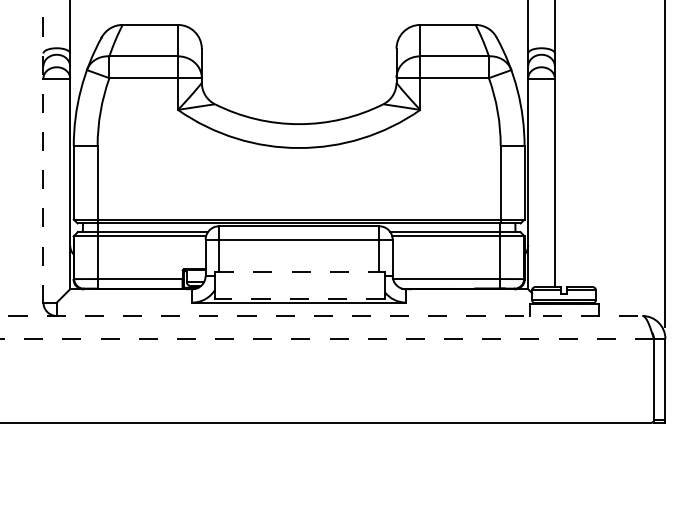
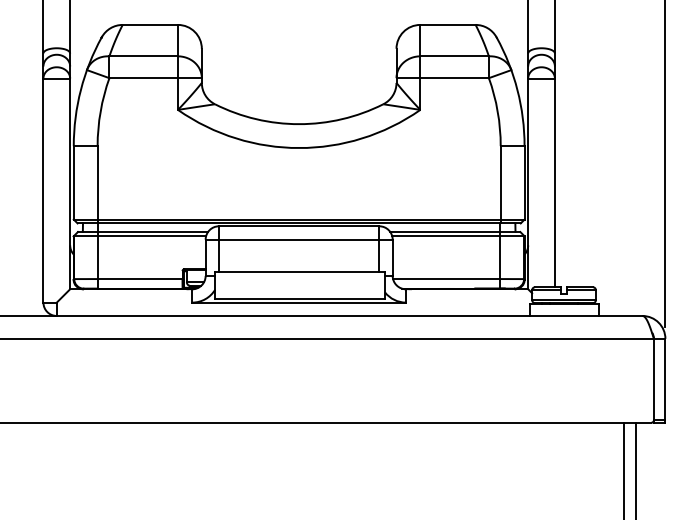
line at (43, 151): dashed -> solid
line at (300, 272): dashed -> solid
line at (300, 298): dashed -> solid
line at (321, 315): dashed -> solid
line at (327, 338): dashed -> solid
line at (624, 469): none -> present
line at (635, 469): none -> present
